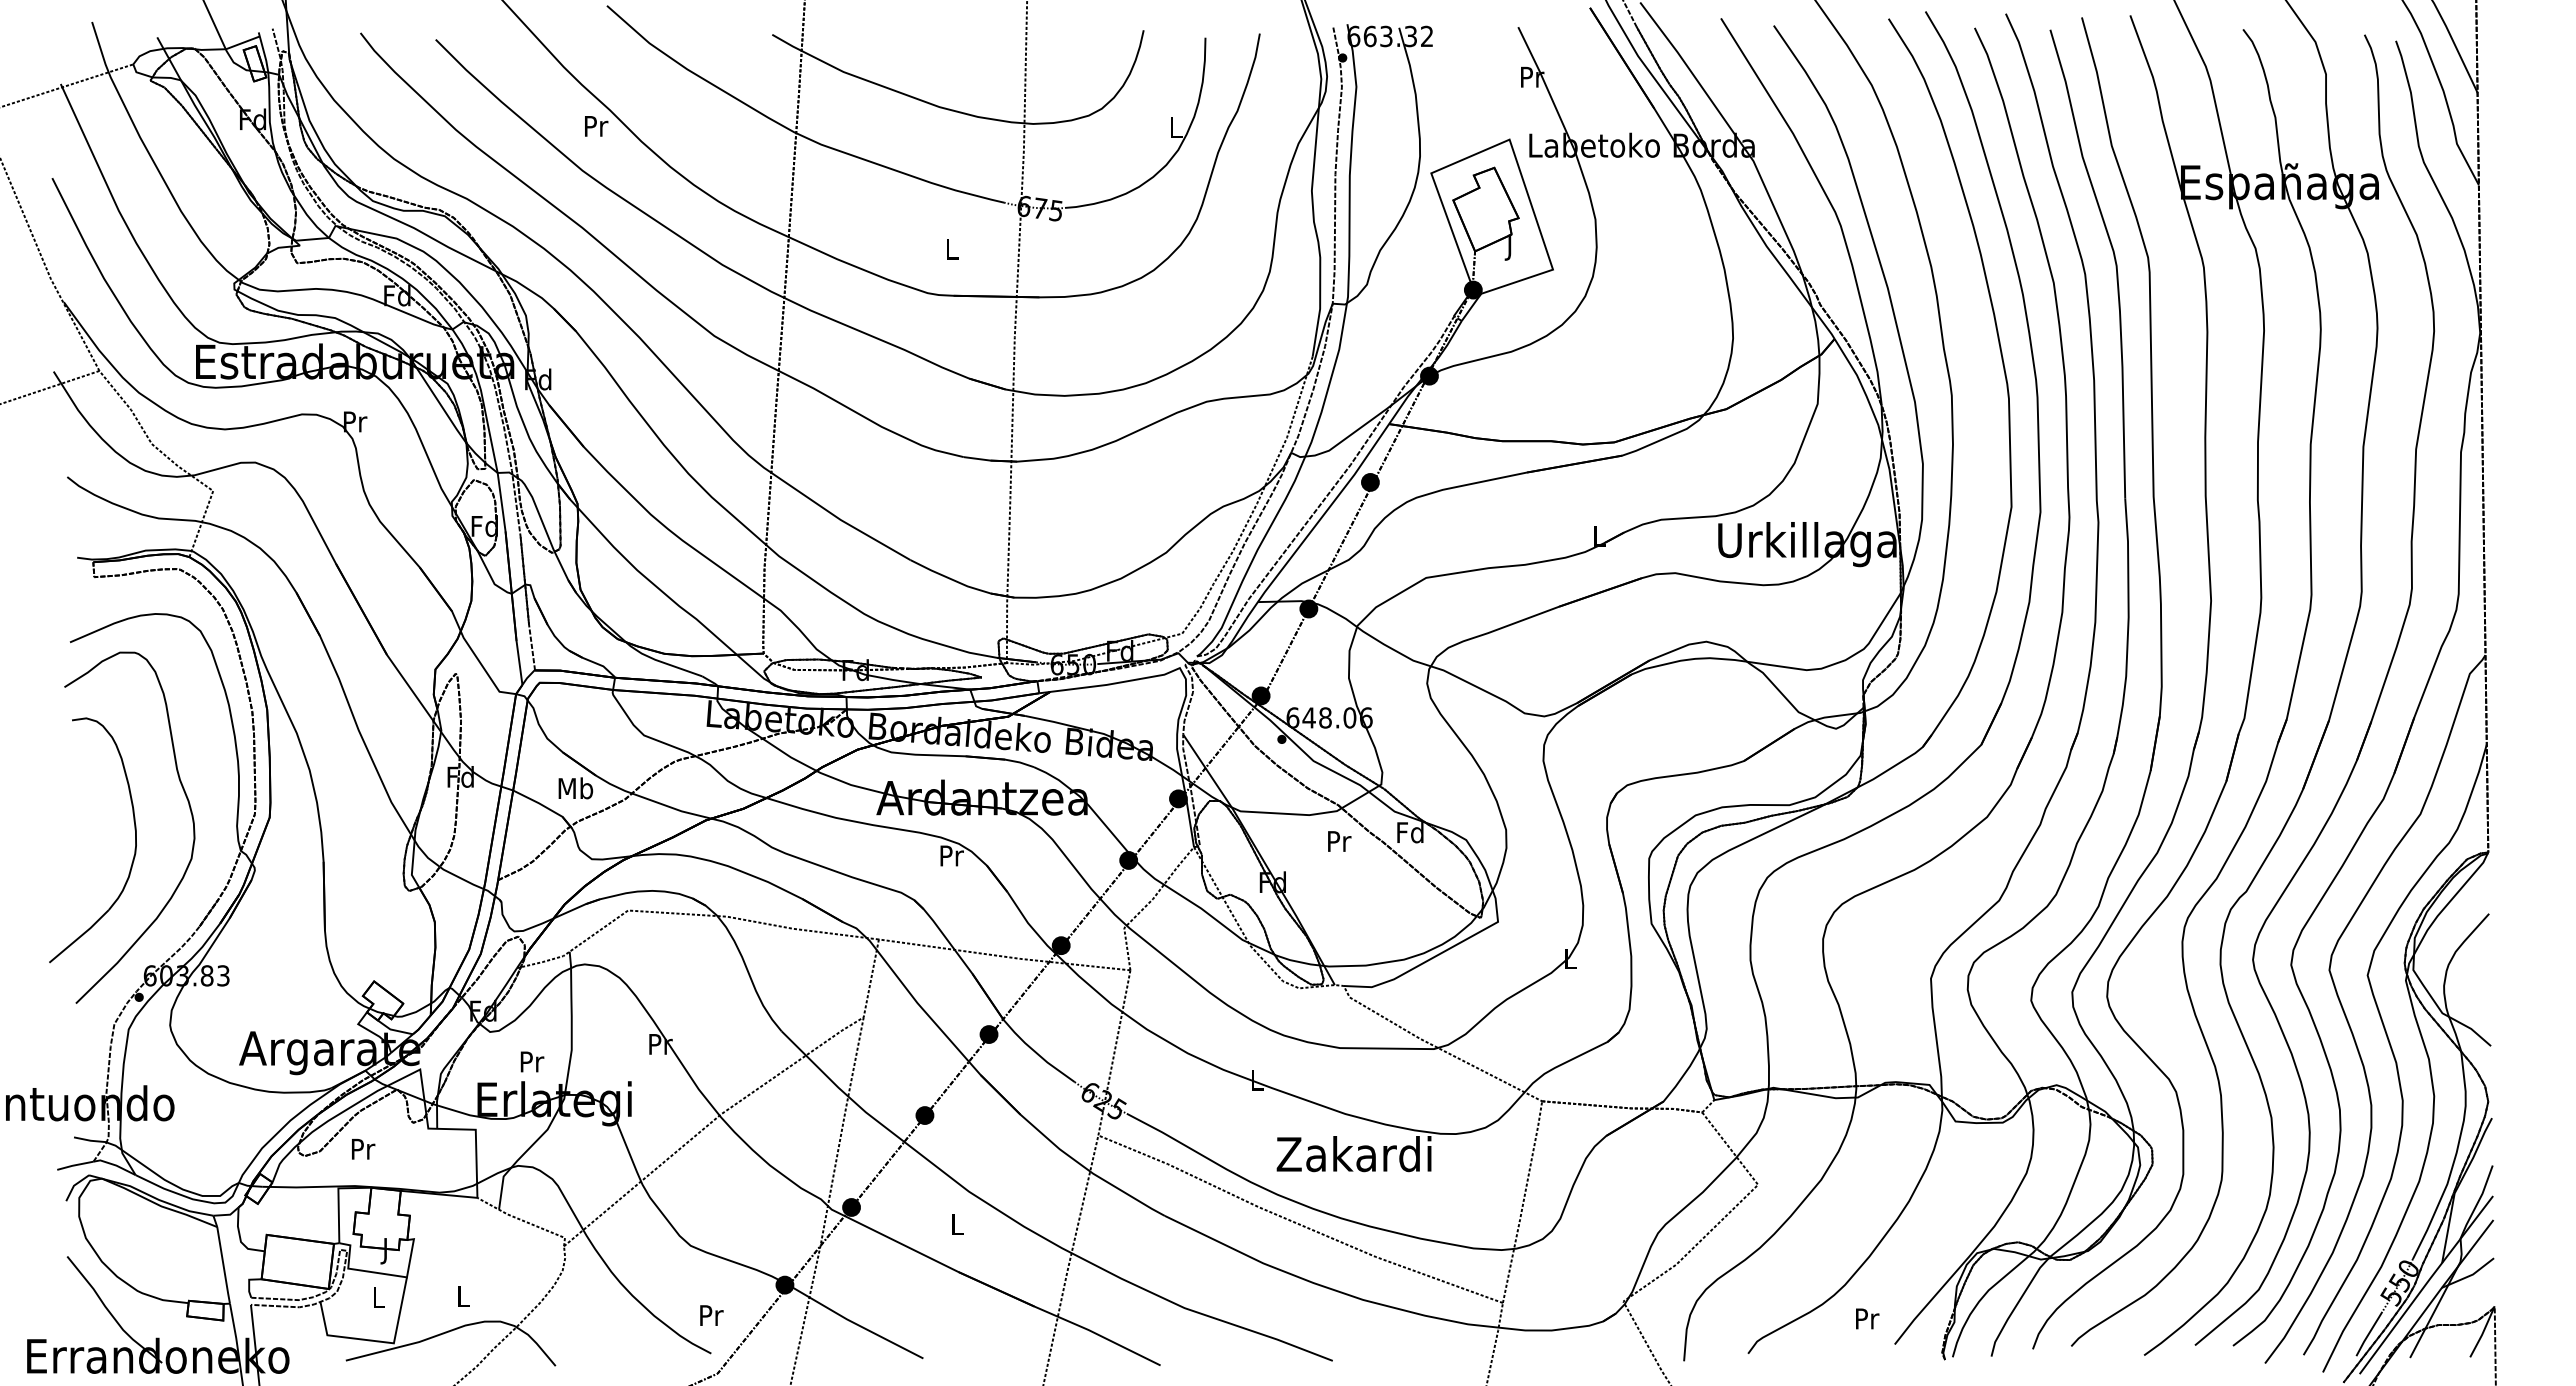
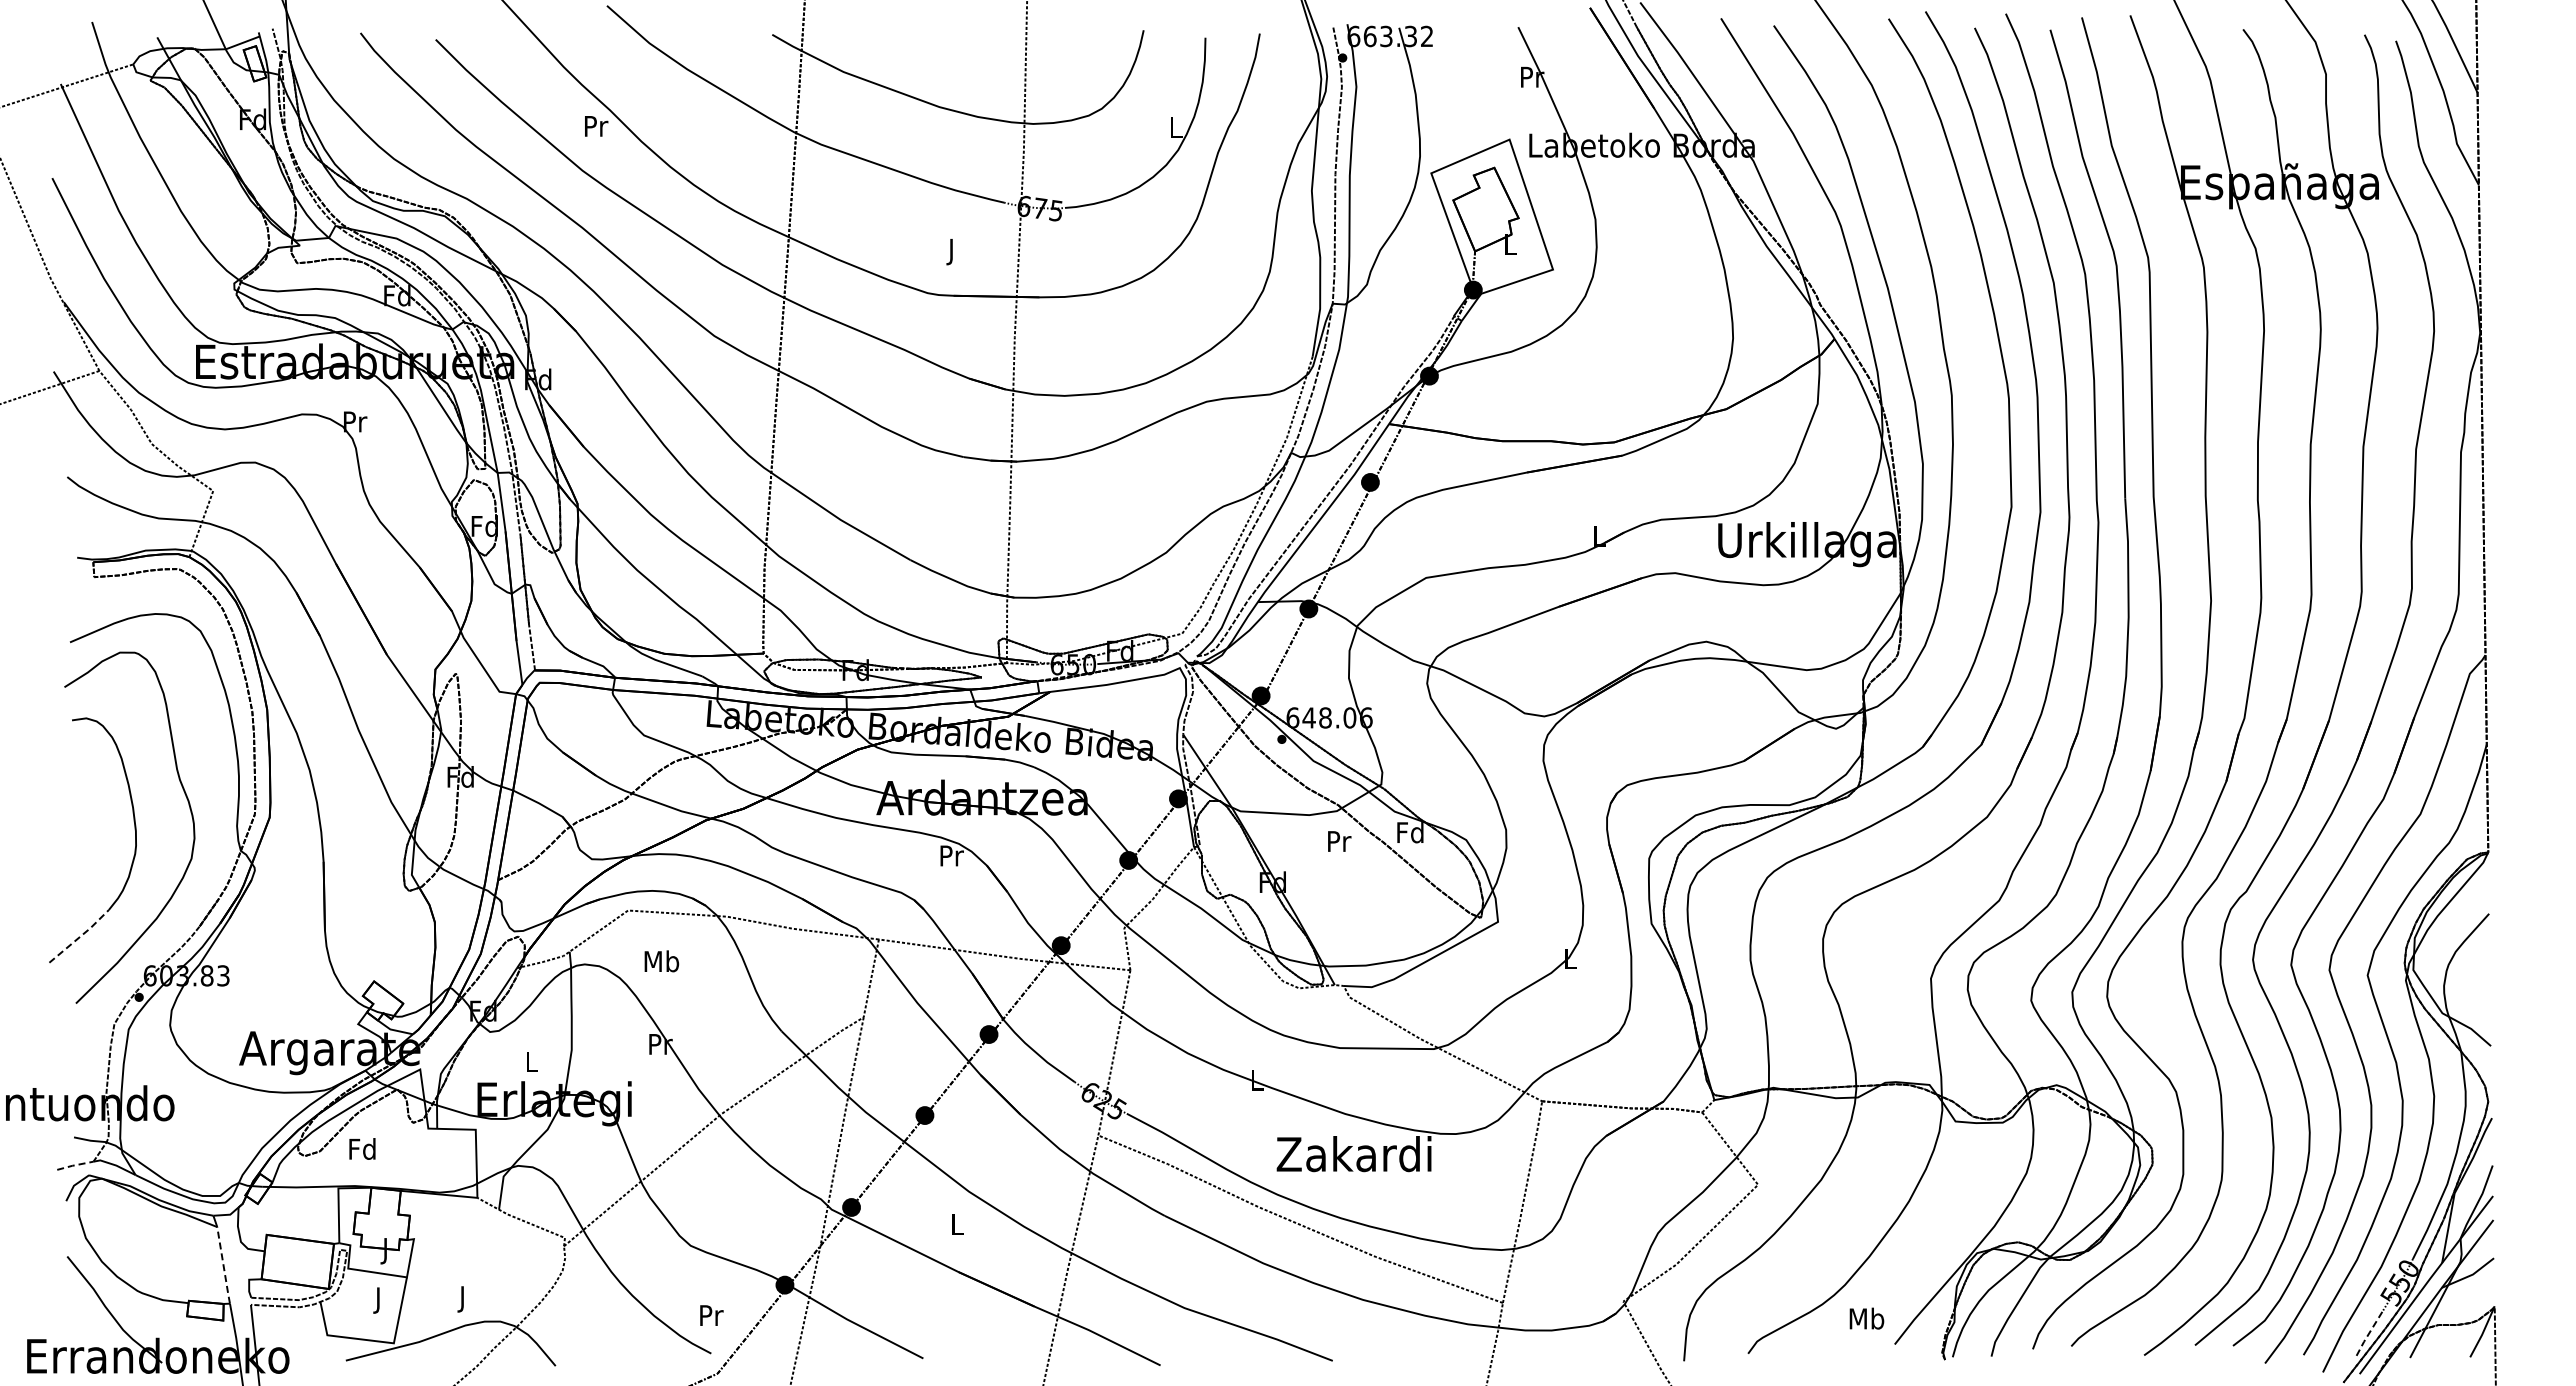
text at (1510, 247): J -> L
text at (952, 251): L -> J
text at (575, 788) position: (575, 788) -> (661, 961)
line at (80, 936): solid -> dashed
text at (532, 1061): Pr -> L
text at (362, 1148): Pr -> Fd
line at (75, 1165): solid -> dashed
line at (223, 1266): solid -> dashed
text at (463, 1299): L -> J
text at (378, 1300): L -> J
text at (1866, 1318): Pr -> Mb
line at (2368, 1334): solid -> dashed
